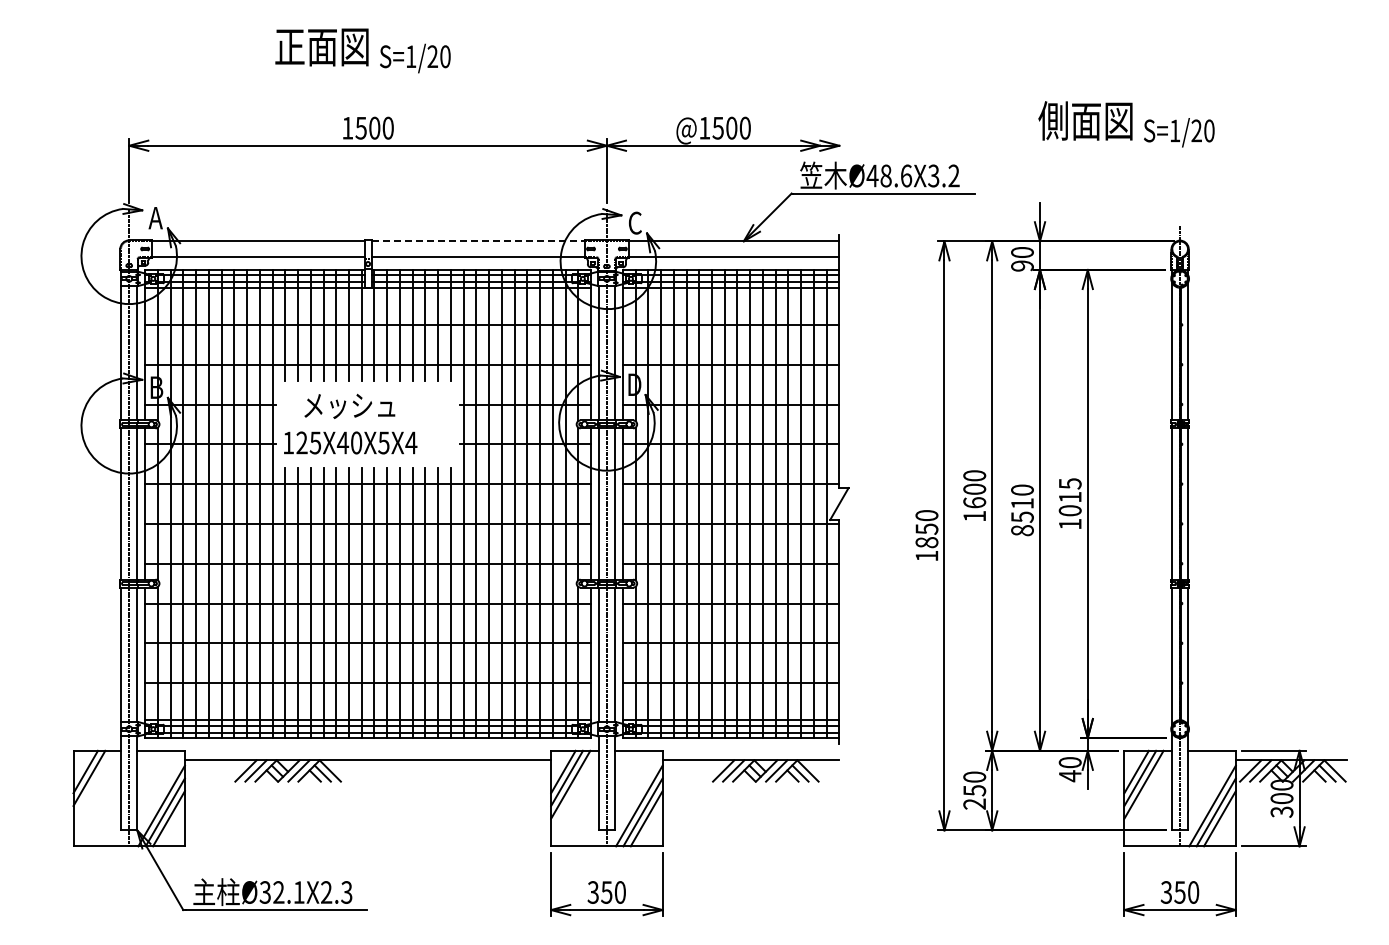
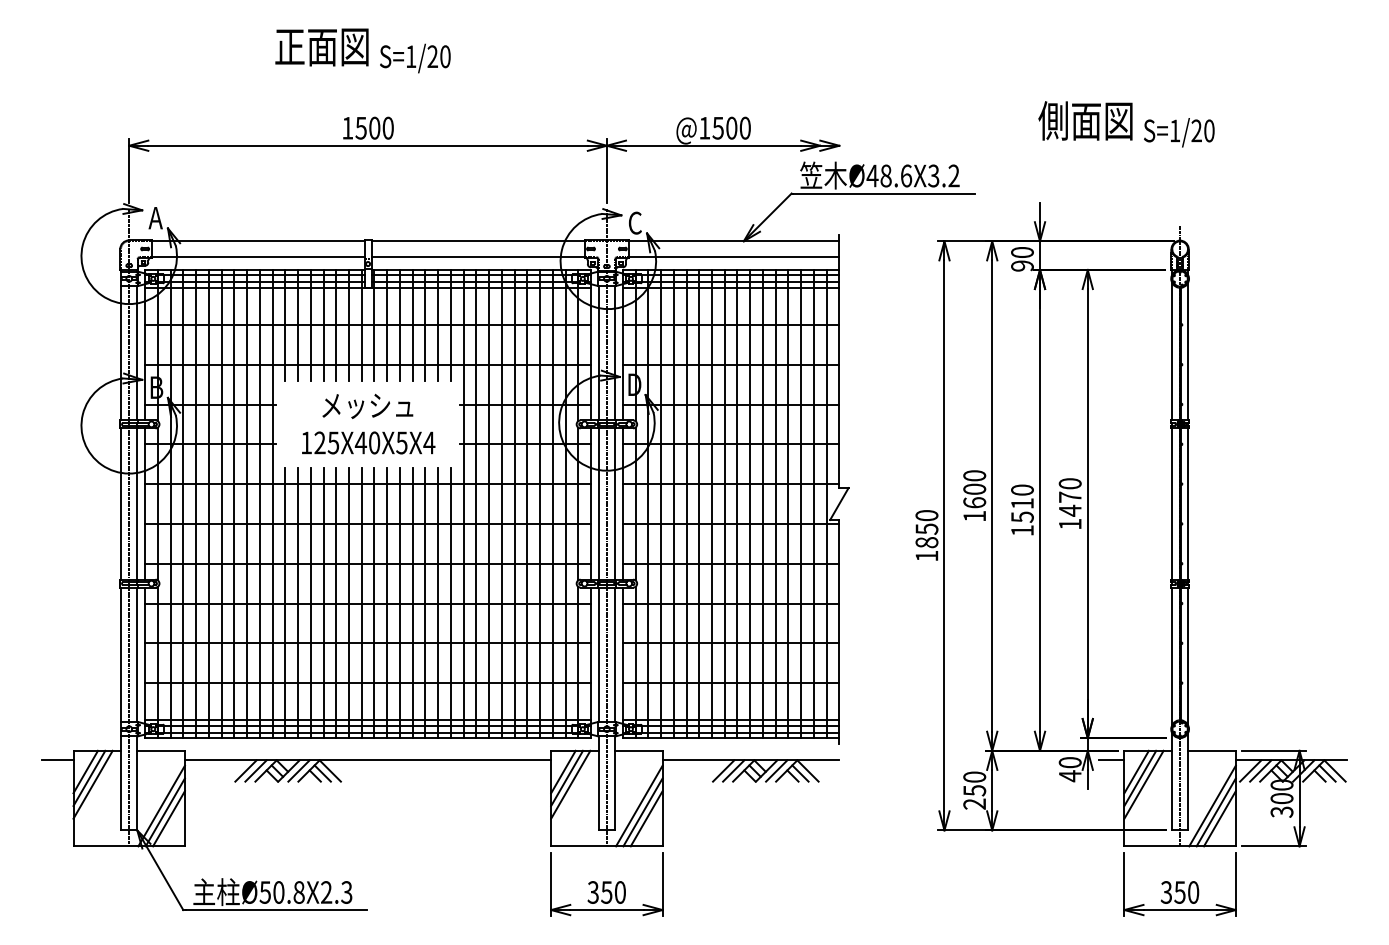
line at (478, 241): dashed -> solid
text at (350, 423) position: (350, 423) -> (368, 423)
text at (1069, 497): 1015 -> 1470
text at (1022, 530): 8510 -> 1510
line at (57, 760): none -> present
line at (1111, 760): none -> present
line at (92, 784): none -> present
text at (282, 892): Ø32.1X2.3 -> Ø50.8X2.3
